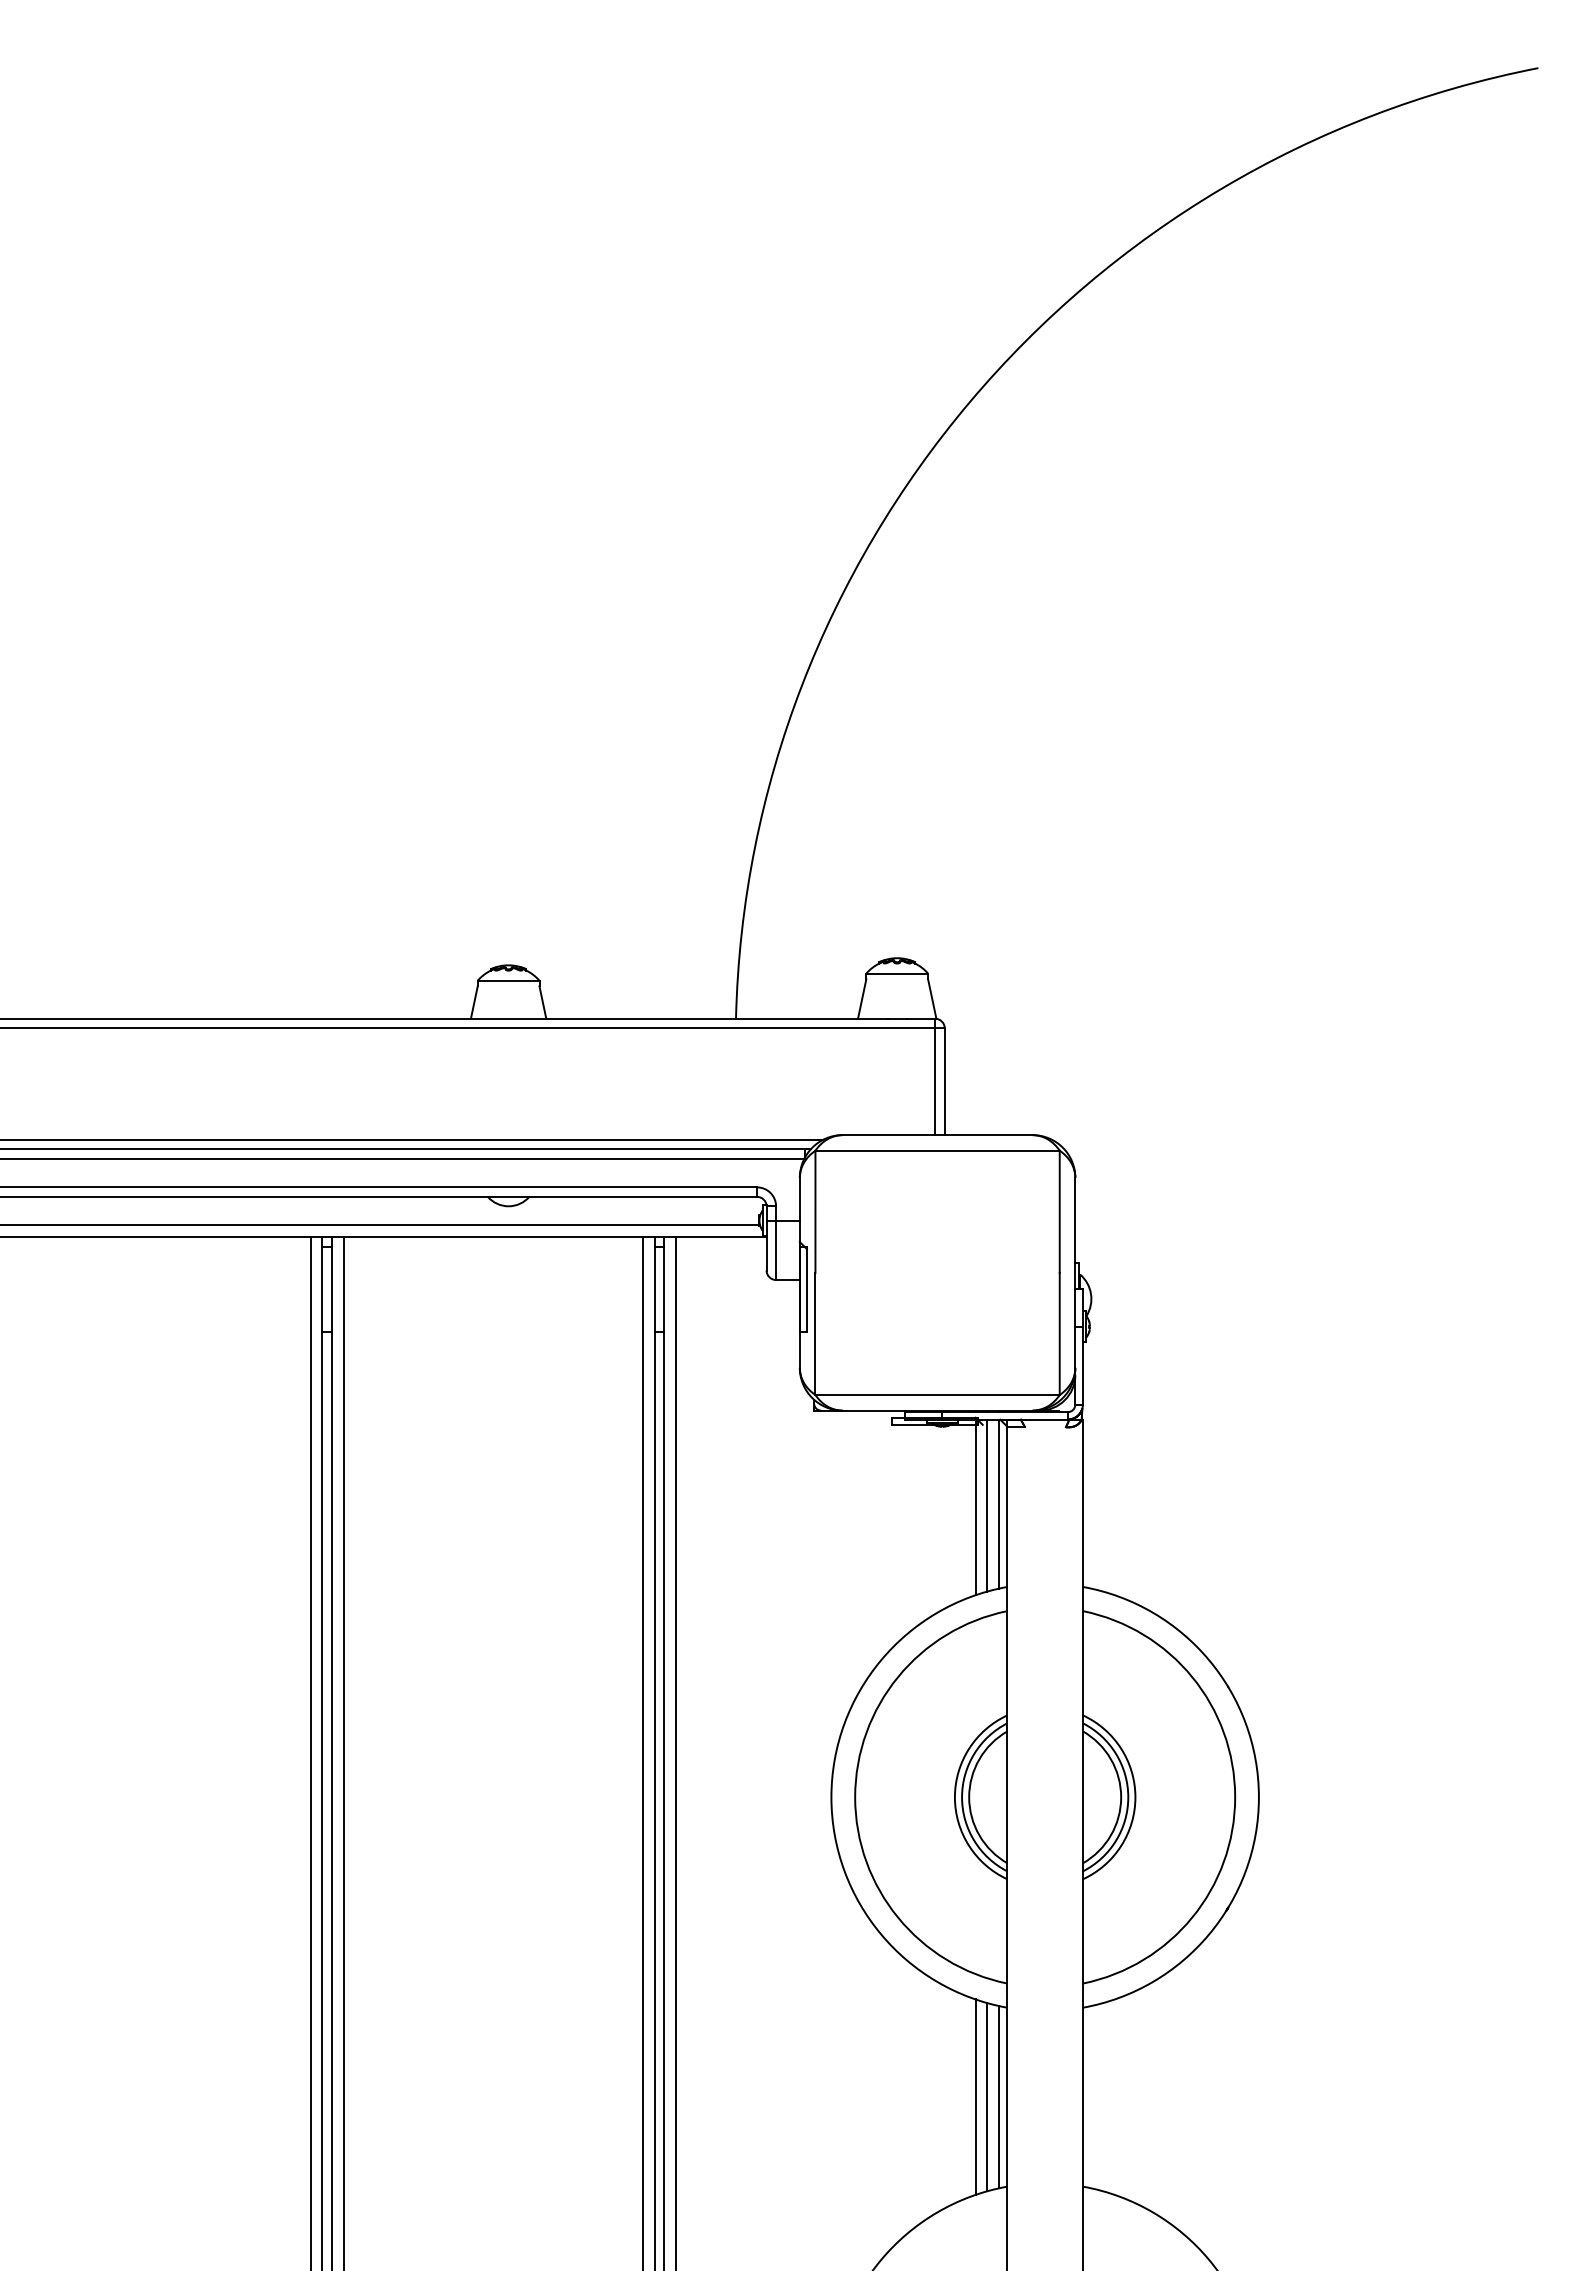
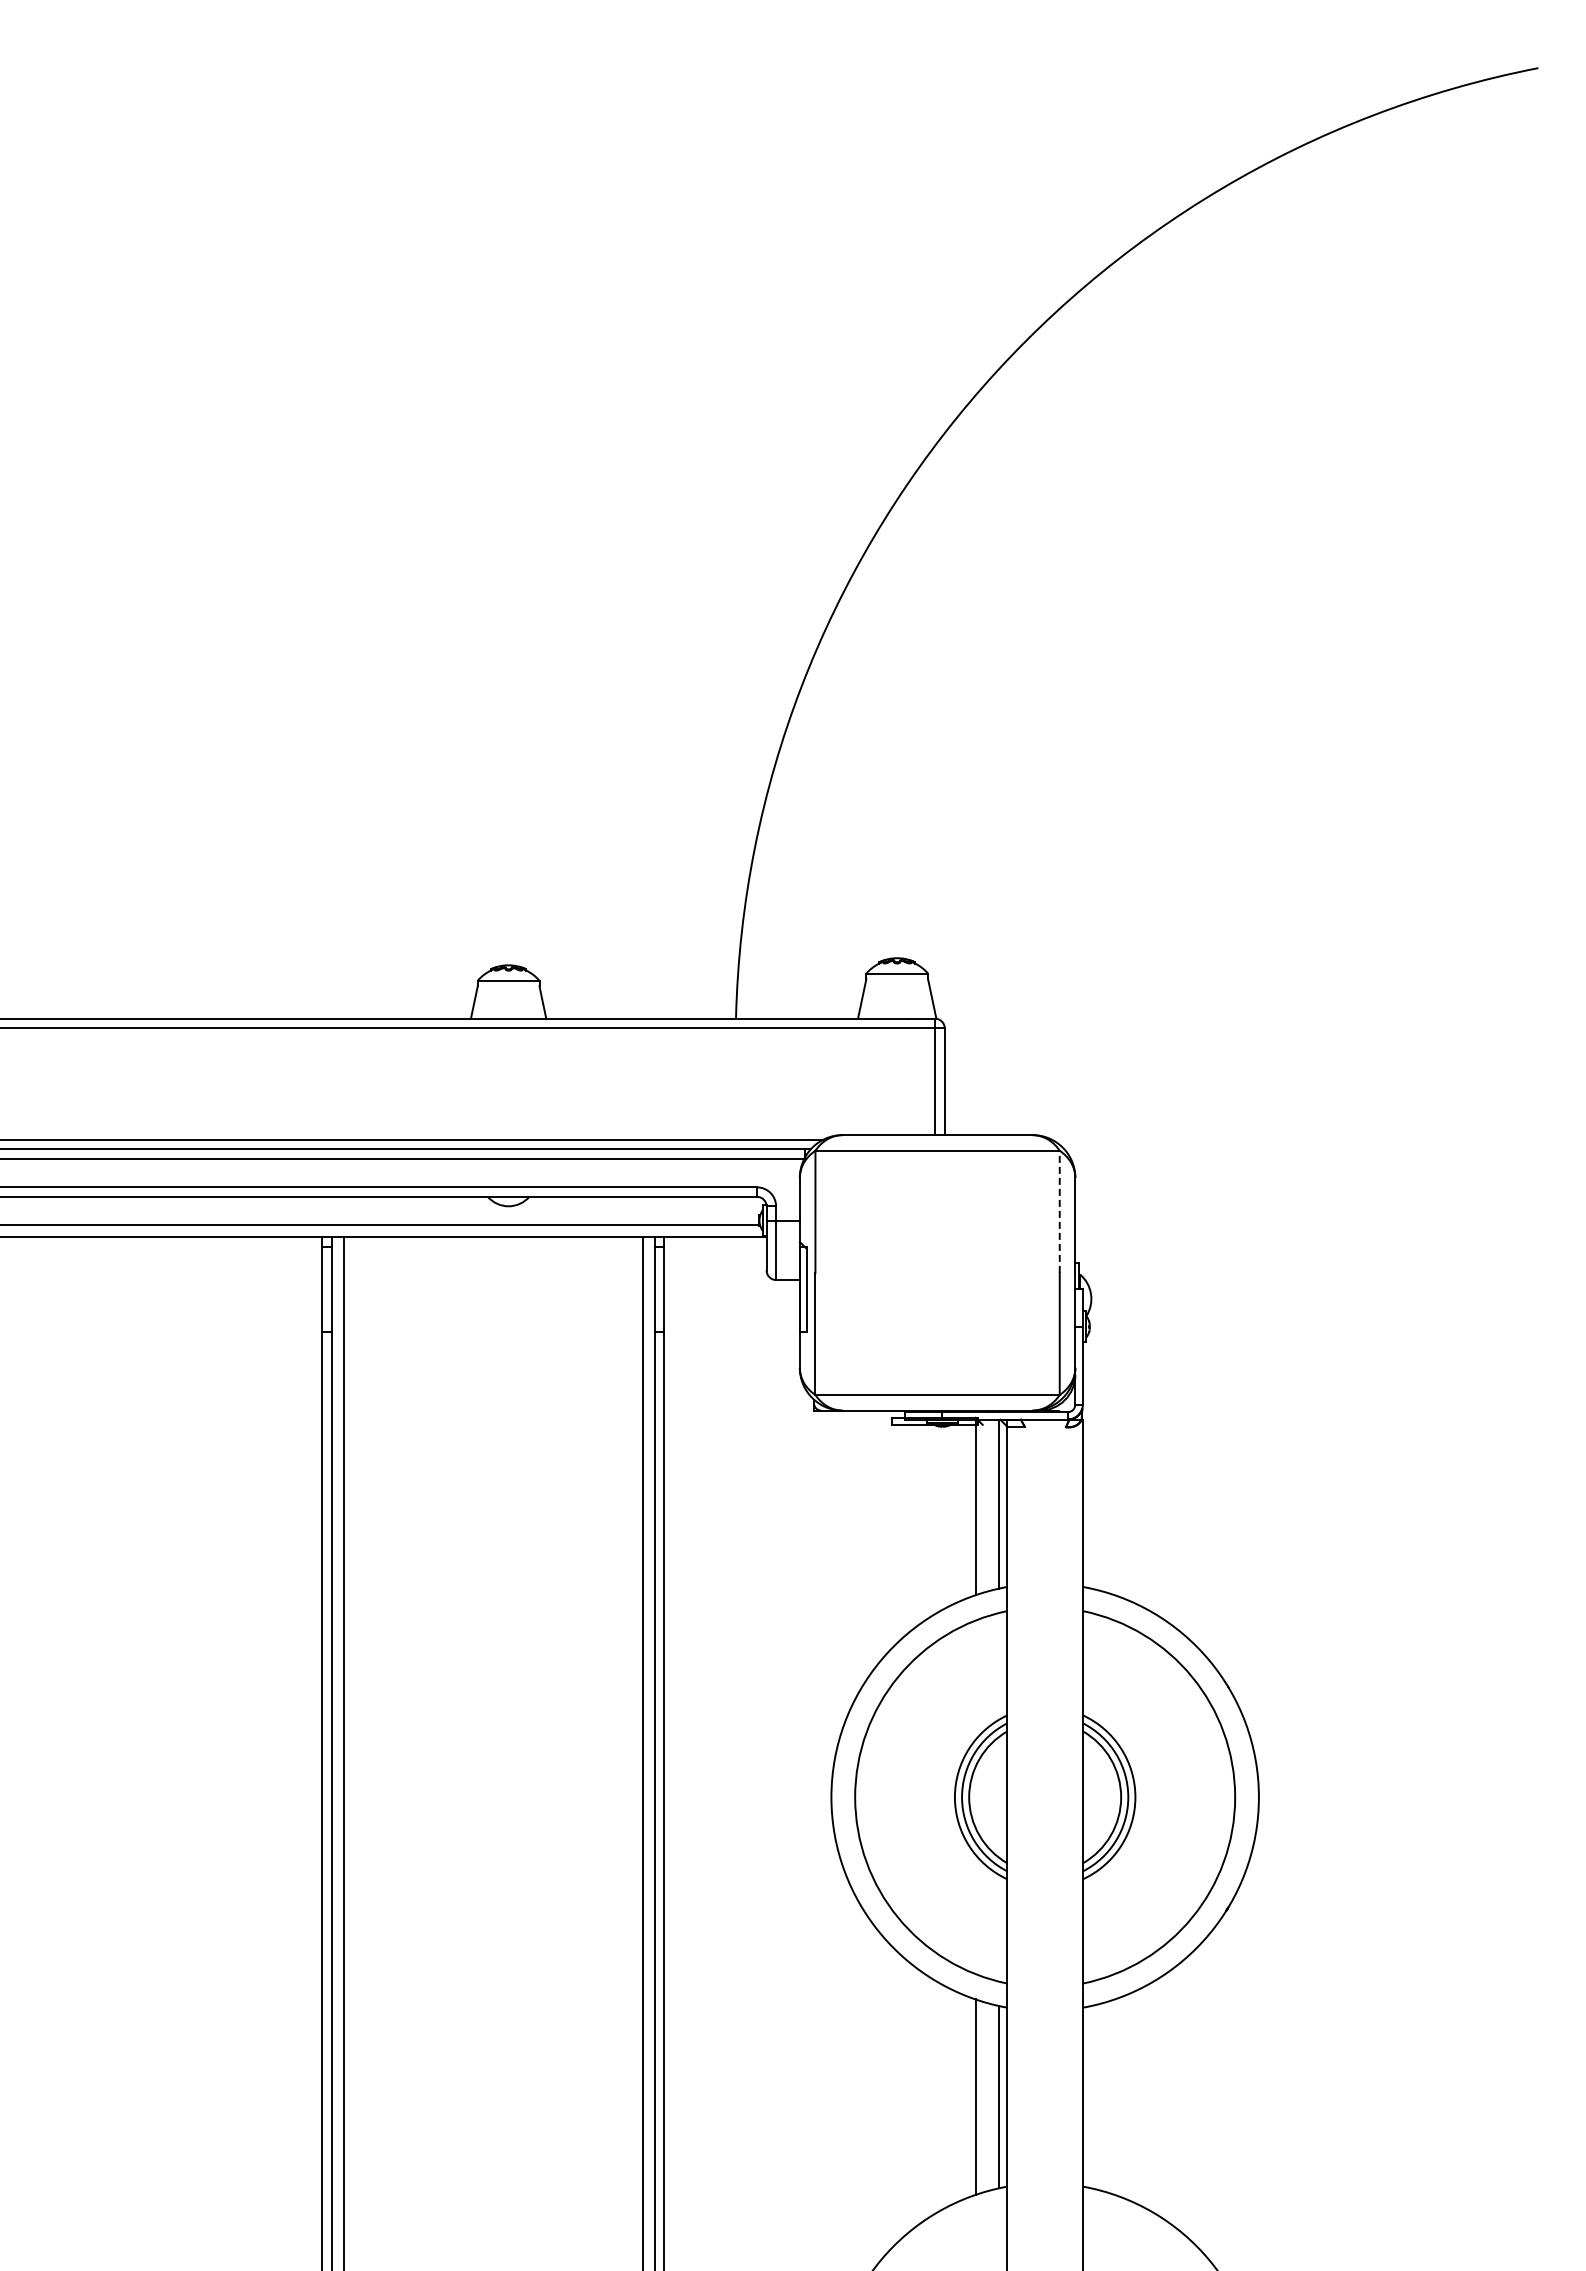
line at (1059, 1211): solid -> dashed
line at (987, 1505): present -> none
line at (310, 1752): present -> none
line at (676, 1752): present -> none
line at (987, 2097): present -> none
